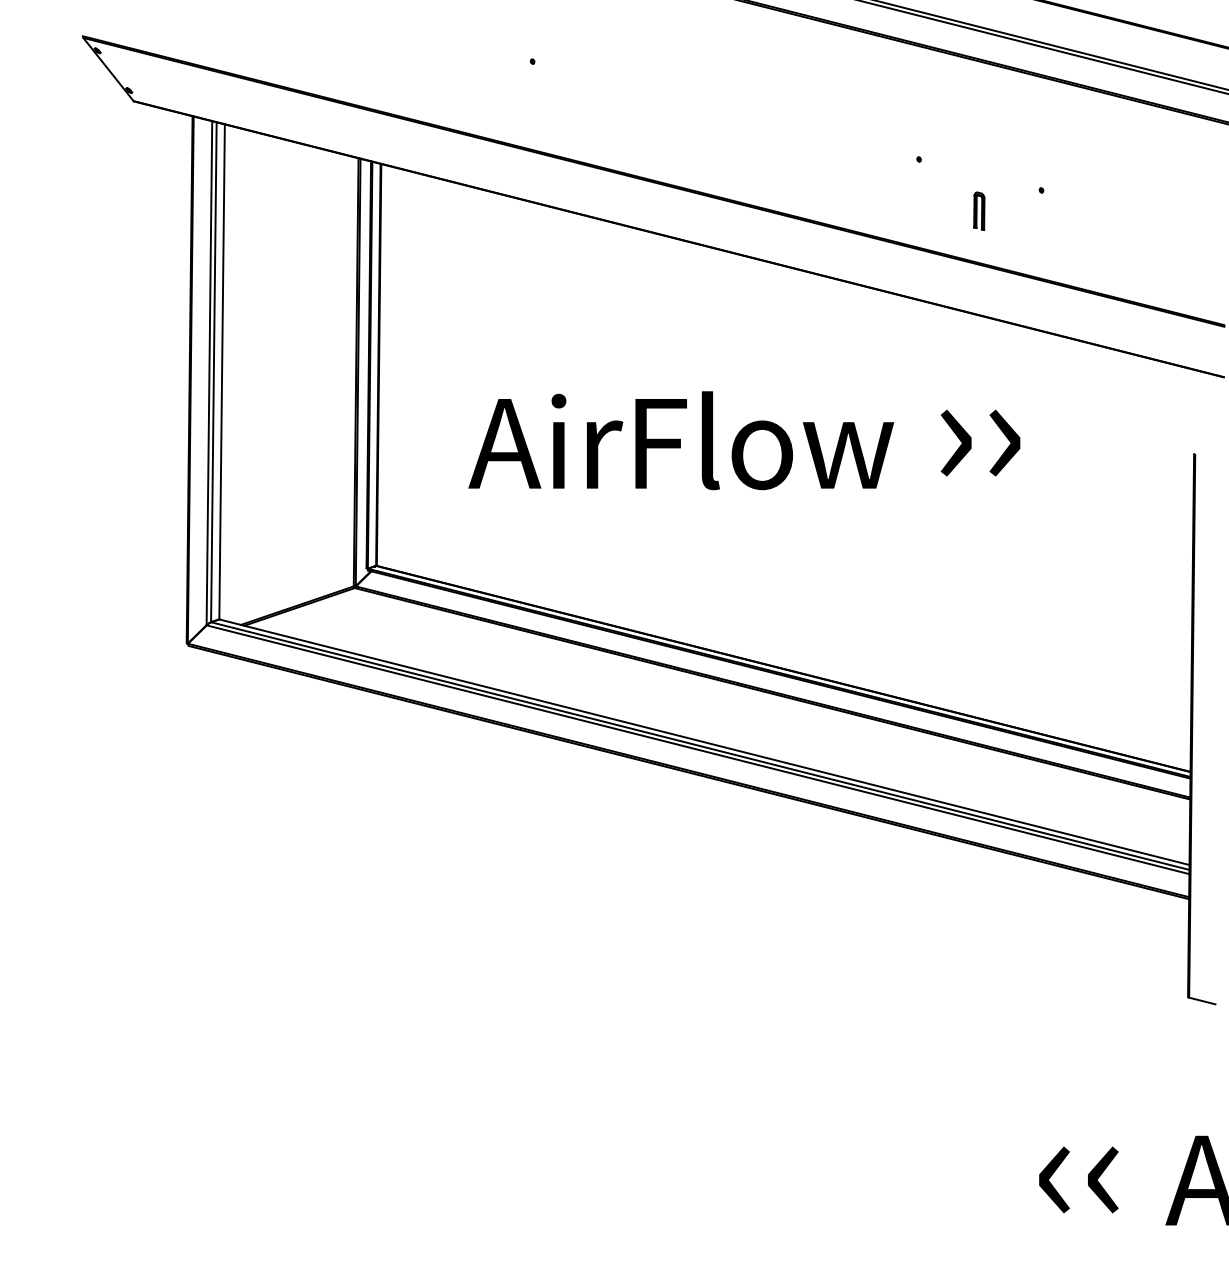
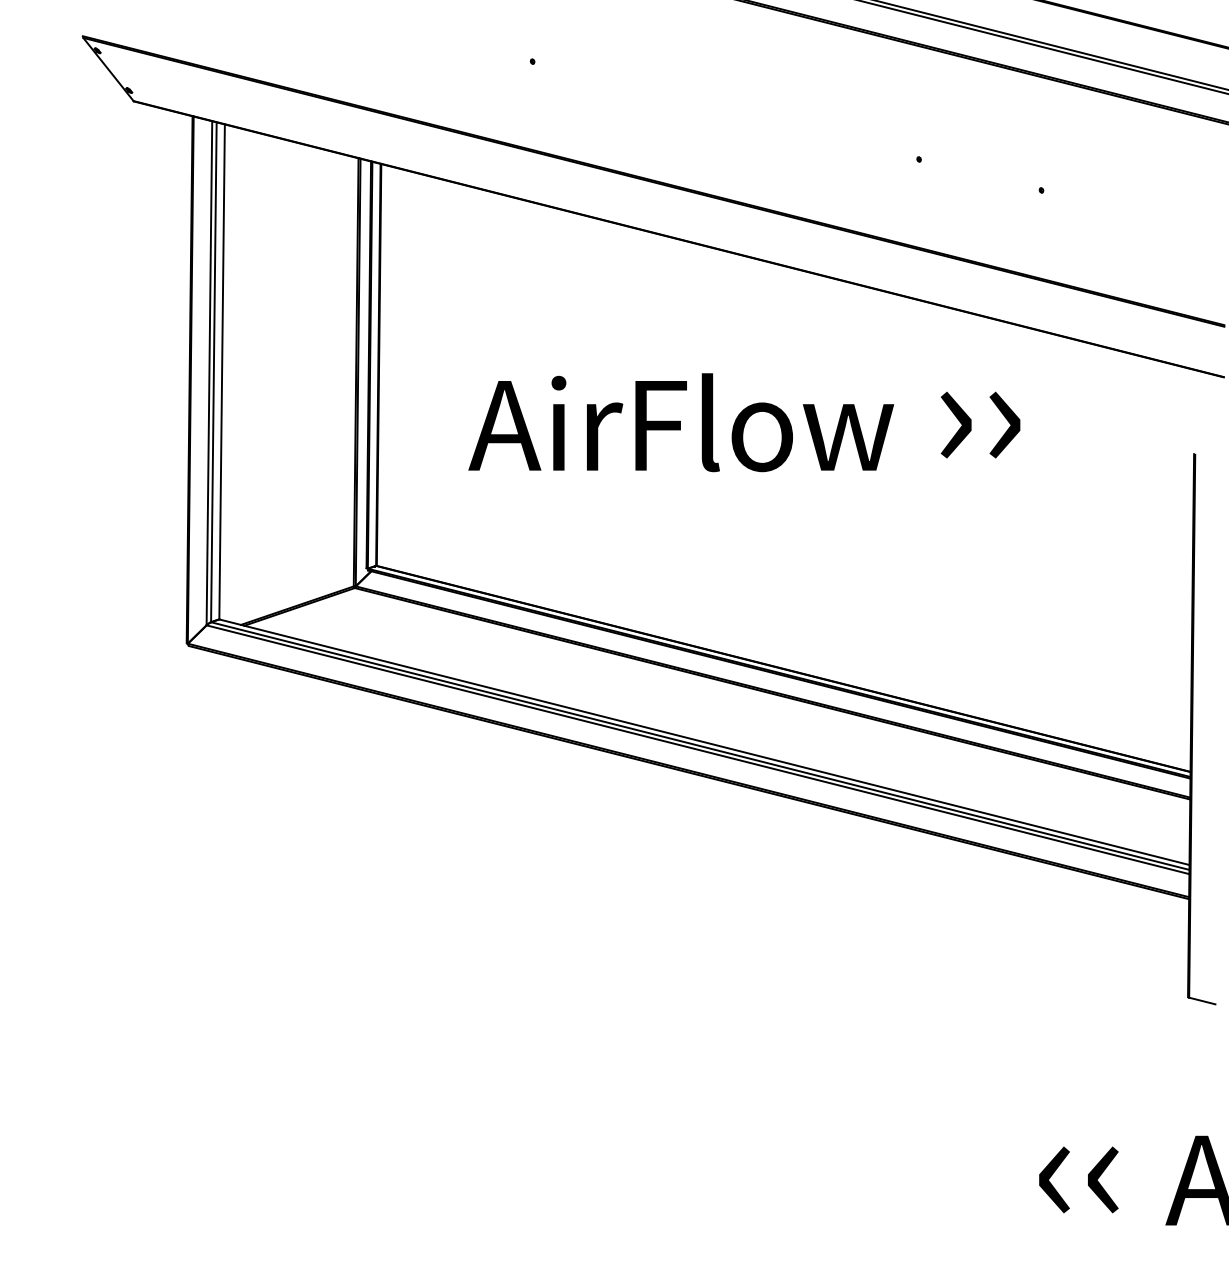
part at (979, 210): present -> none
text at (744, 440) position: (744, 440) -> (744, 422)
